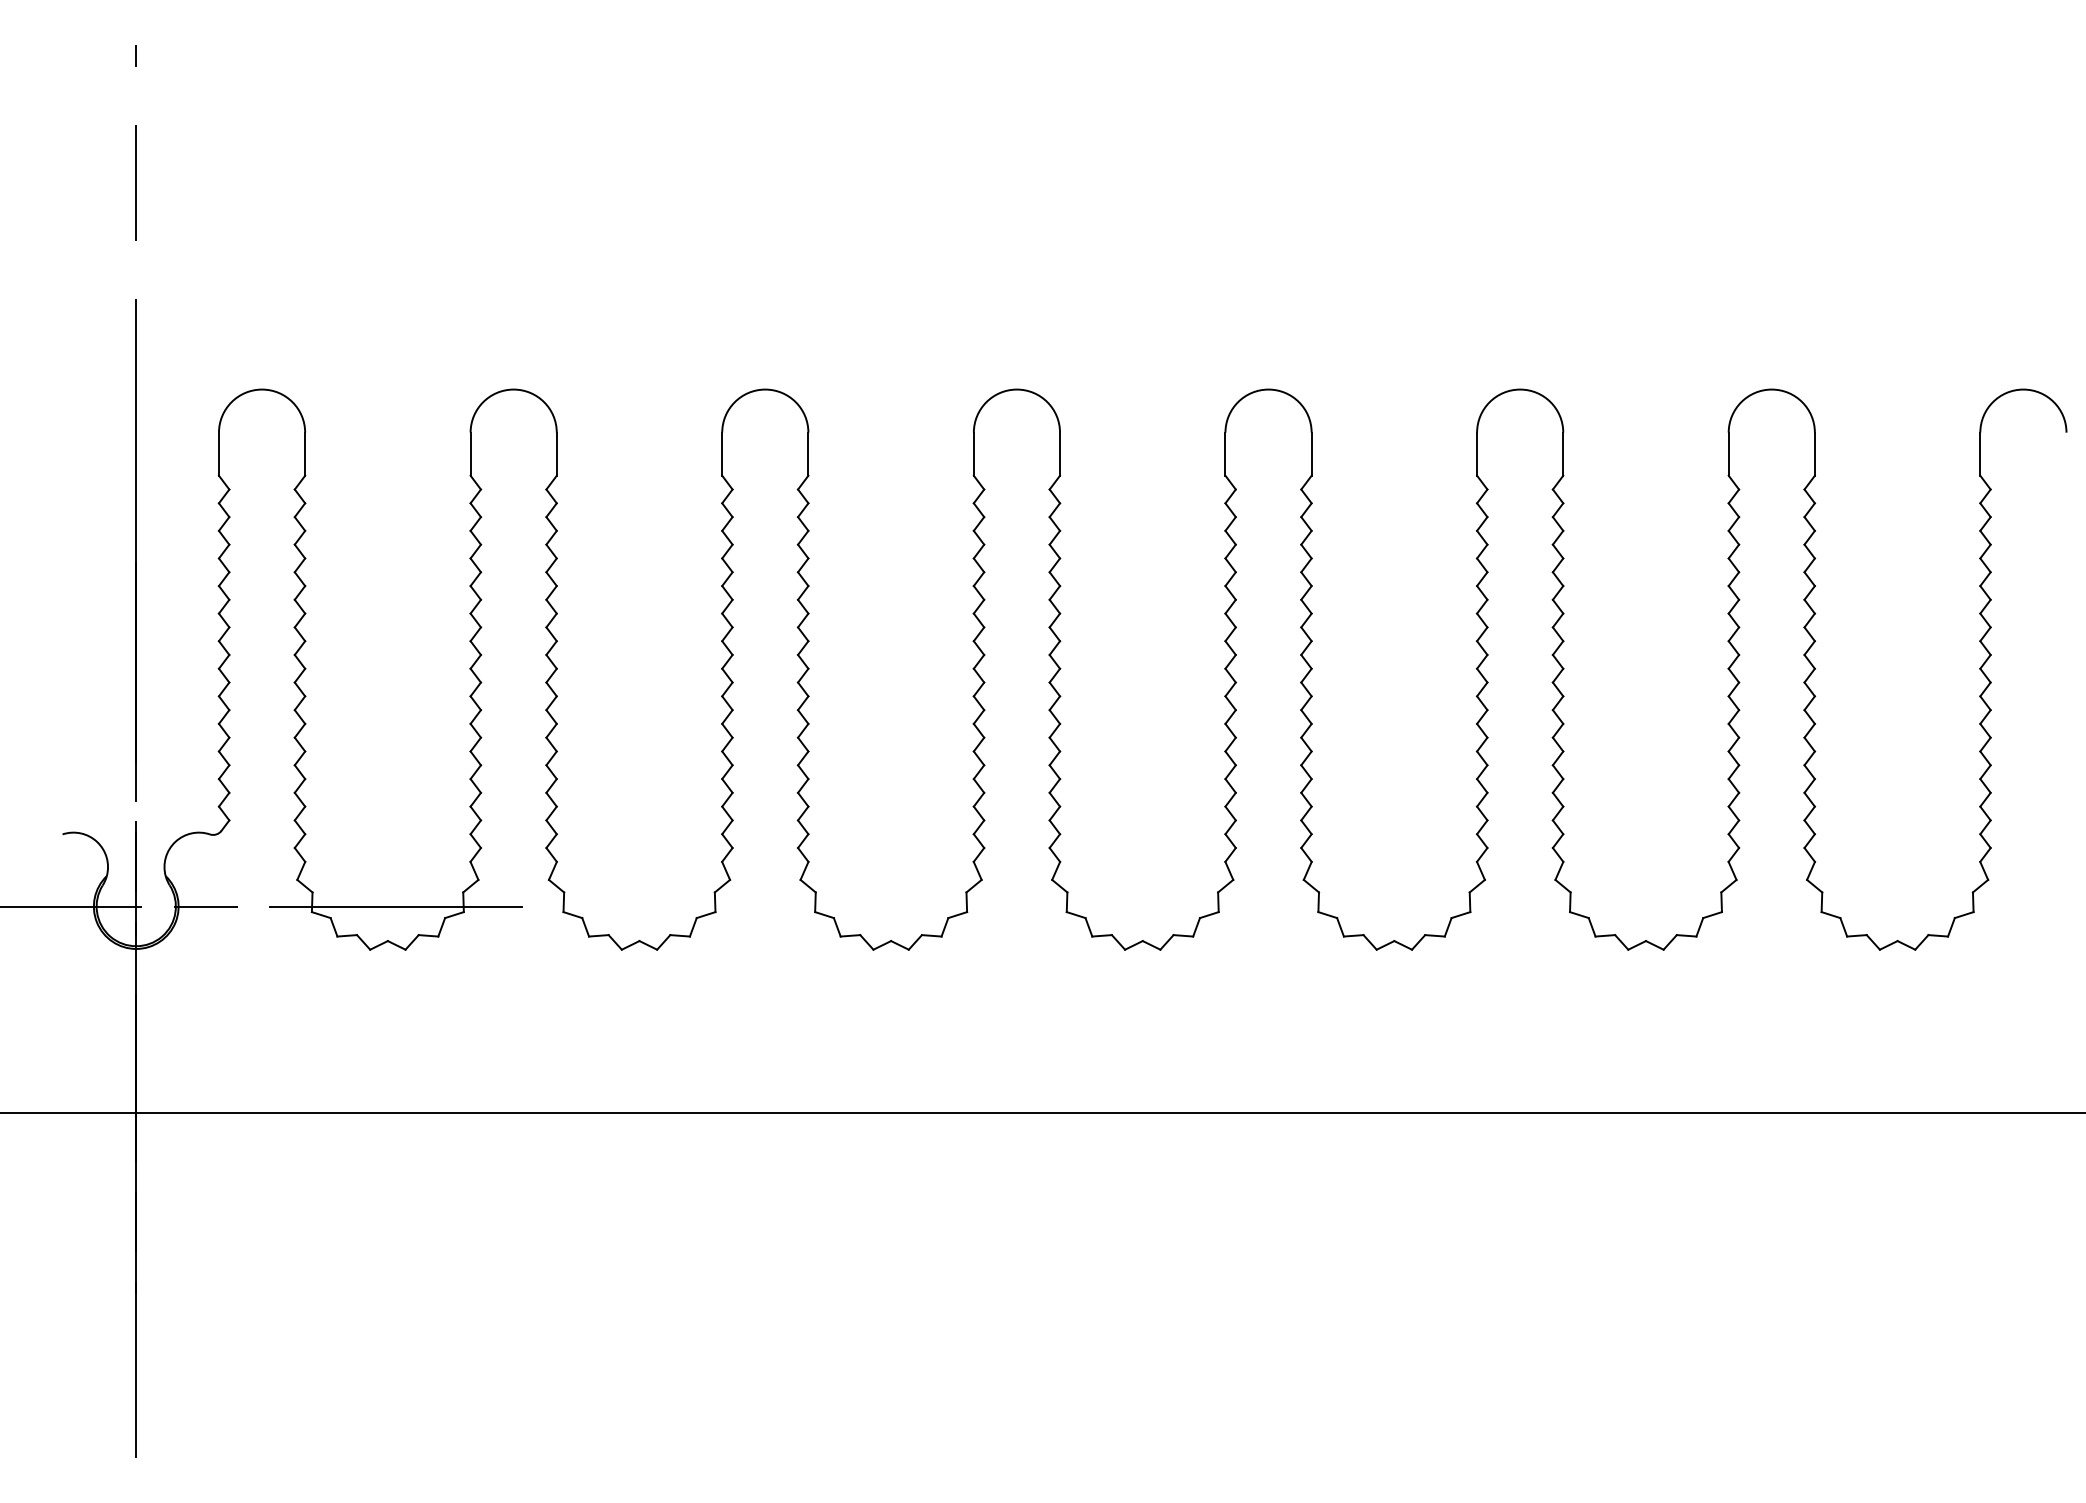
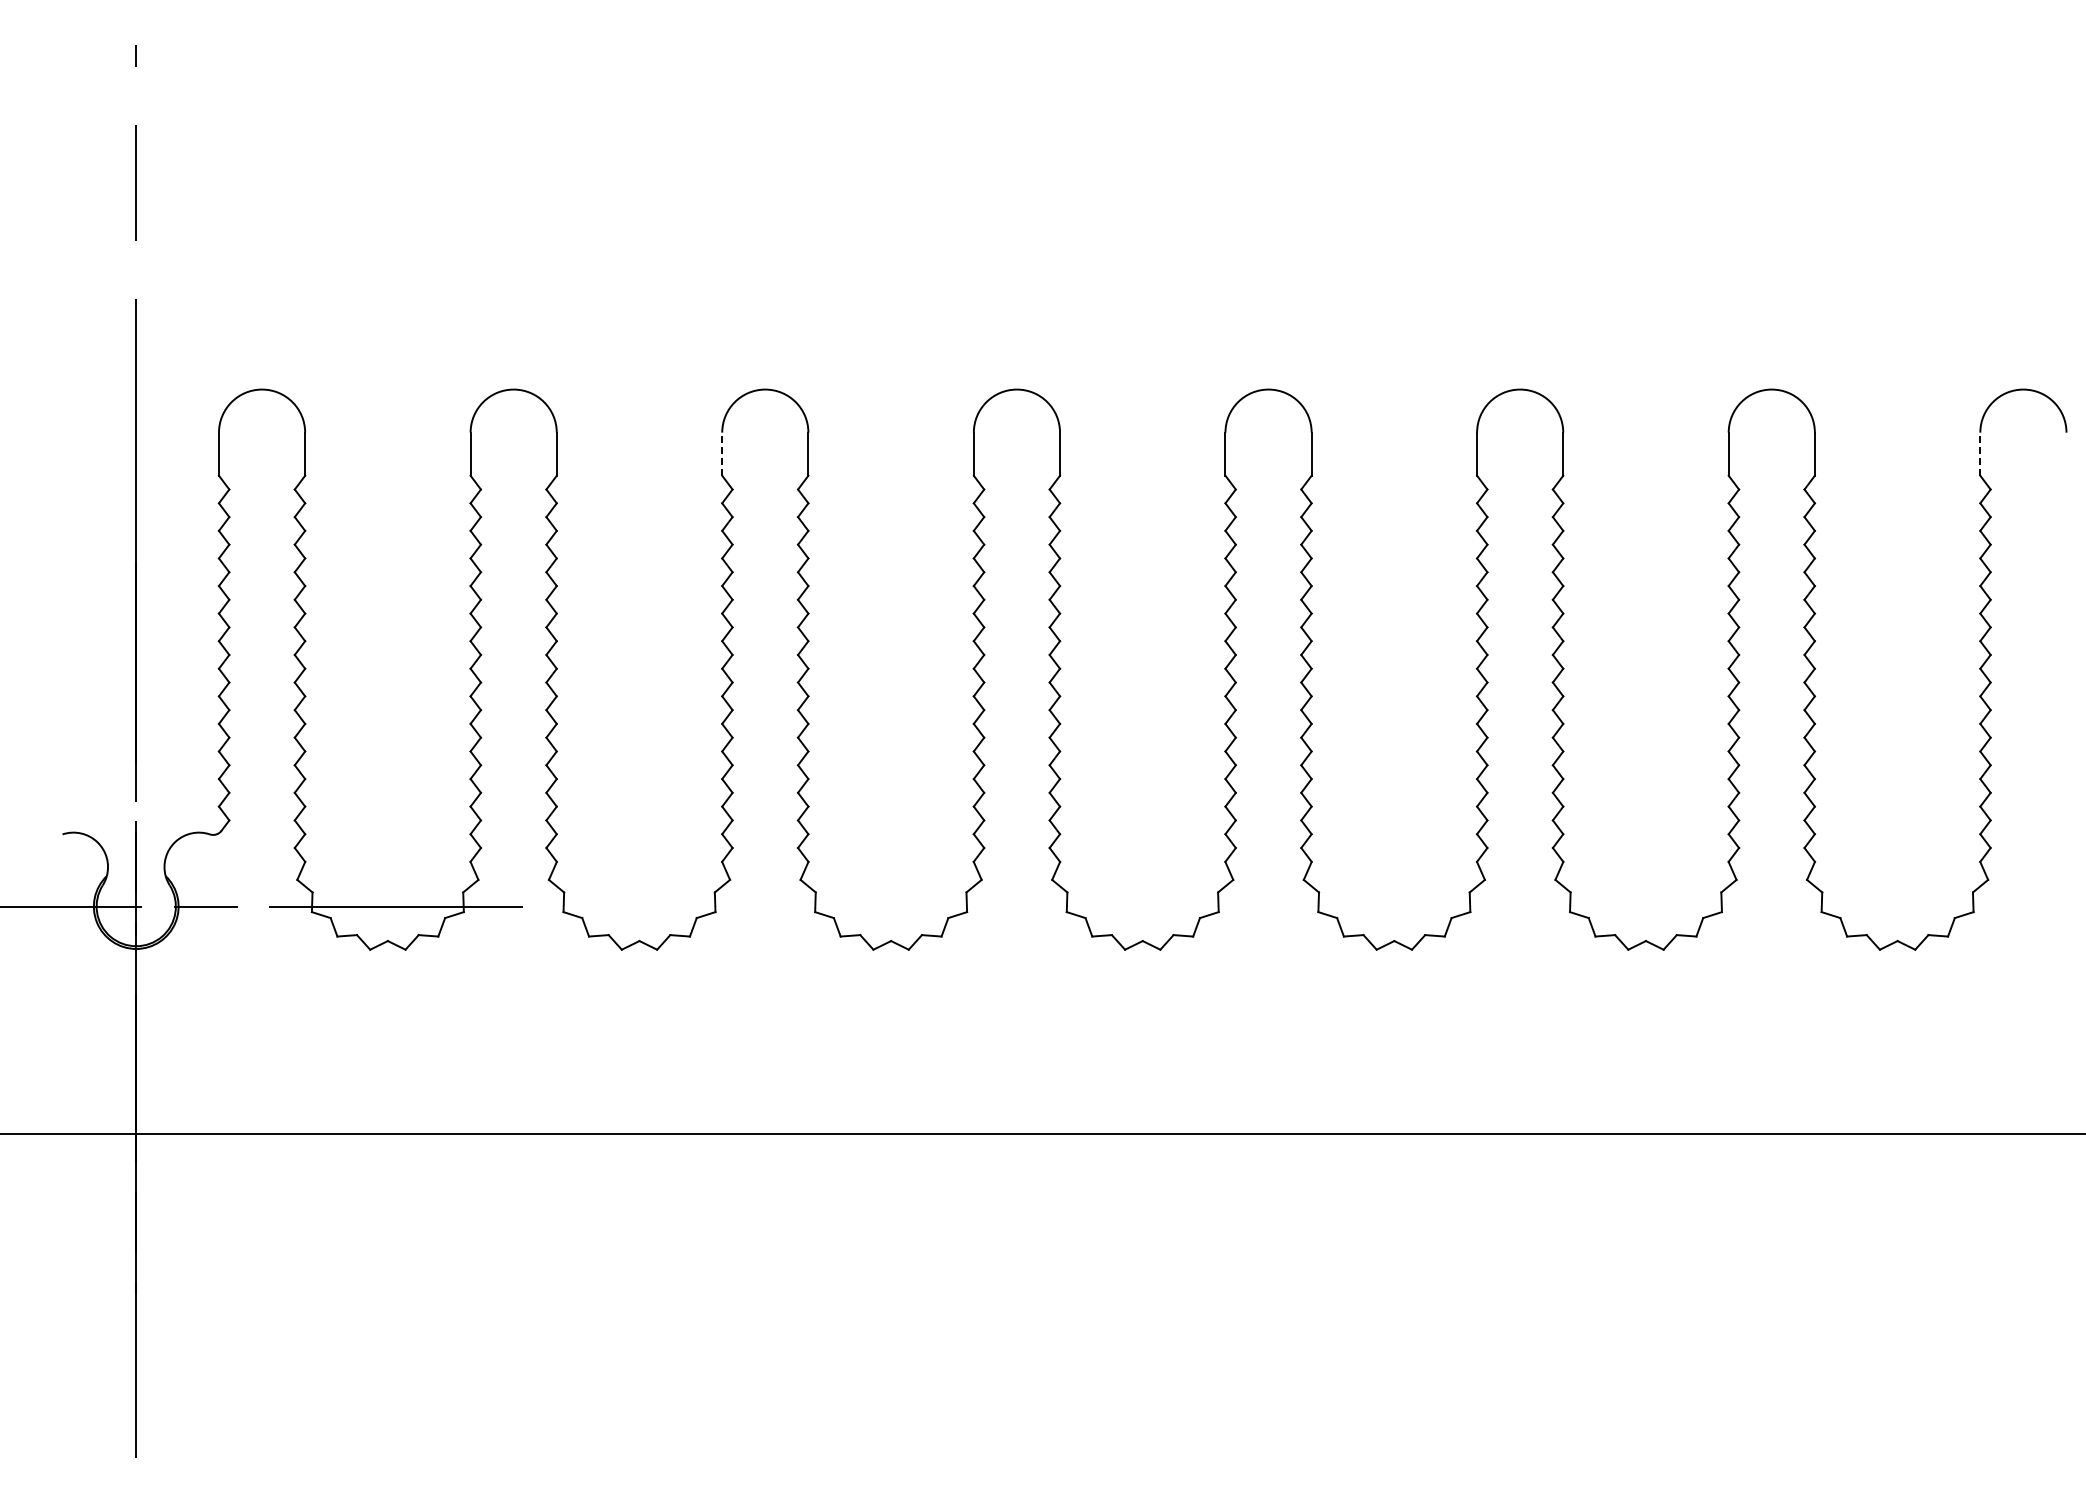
line at (722, 454): solid -> dashed
line at (1980, 454): solid -> dashed
line at (1042, 1113) position: (1042, 1113) -> (1042, 1134)
